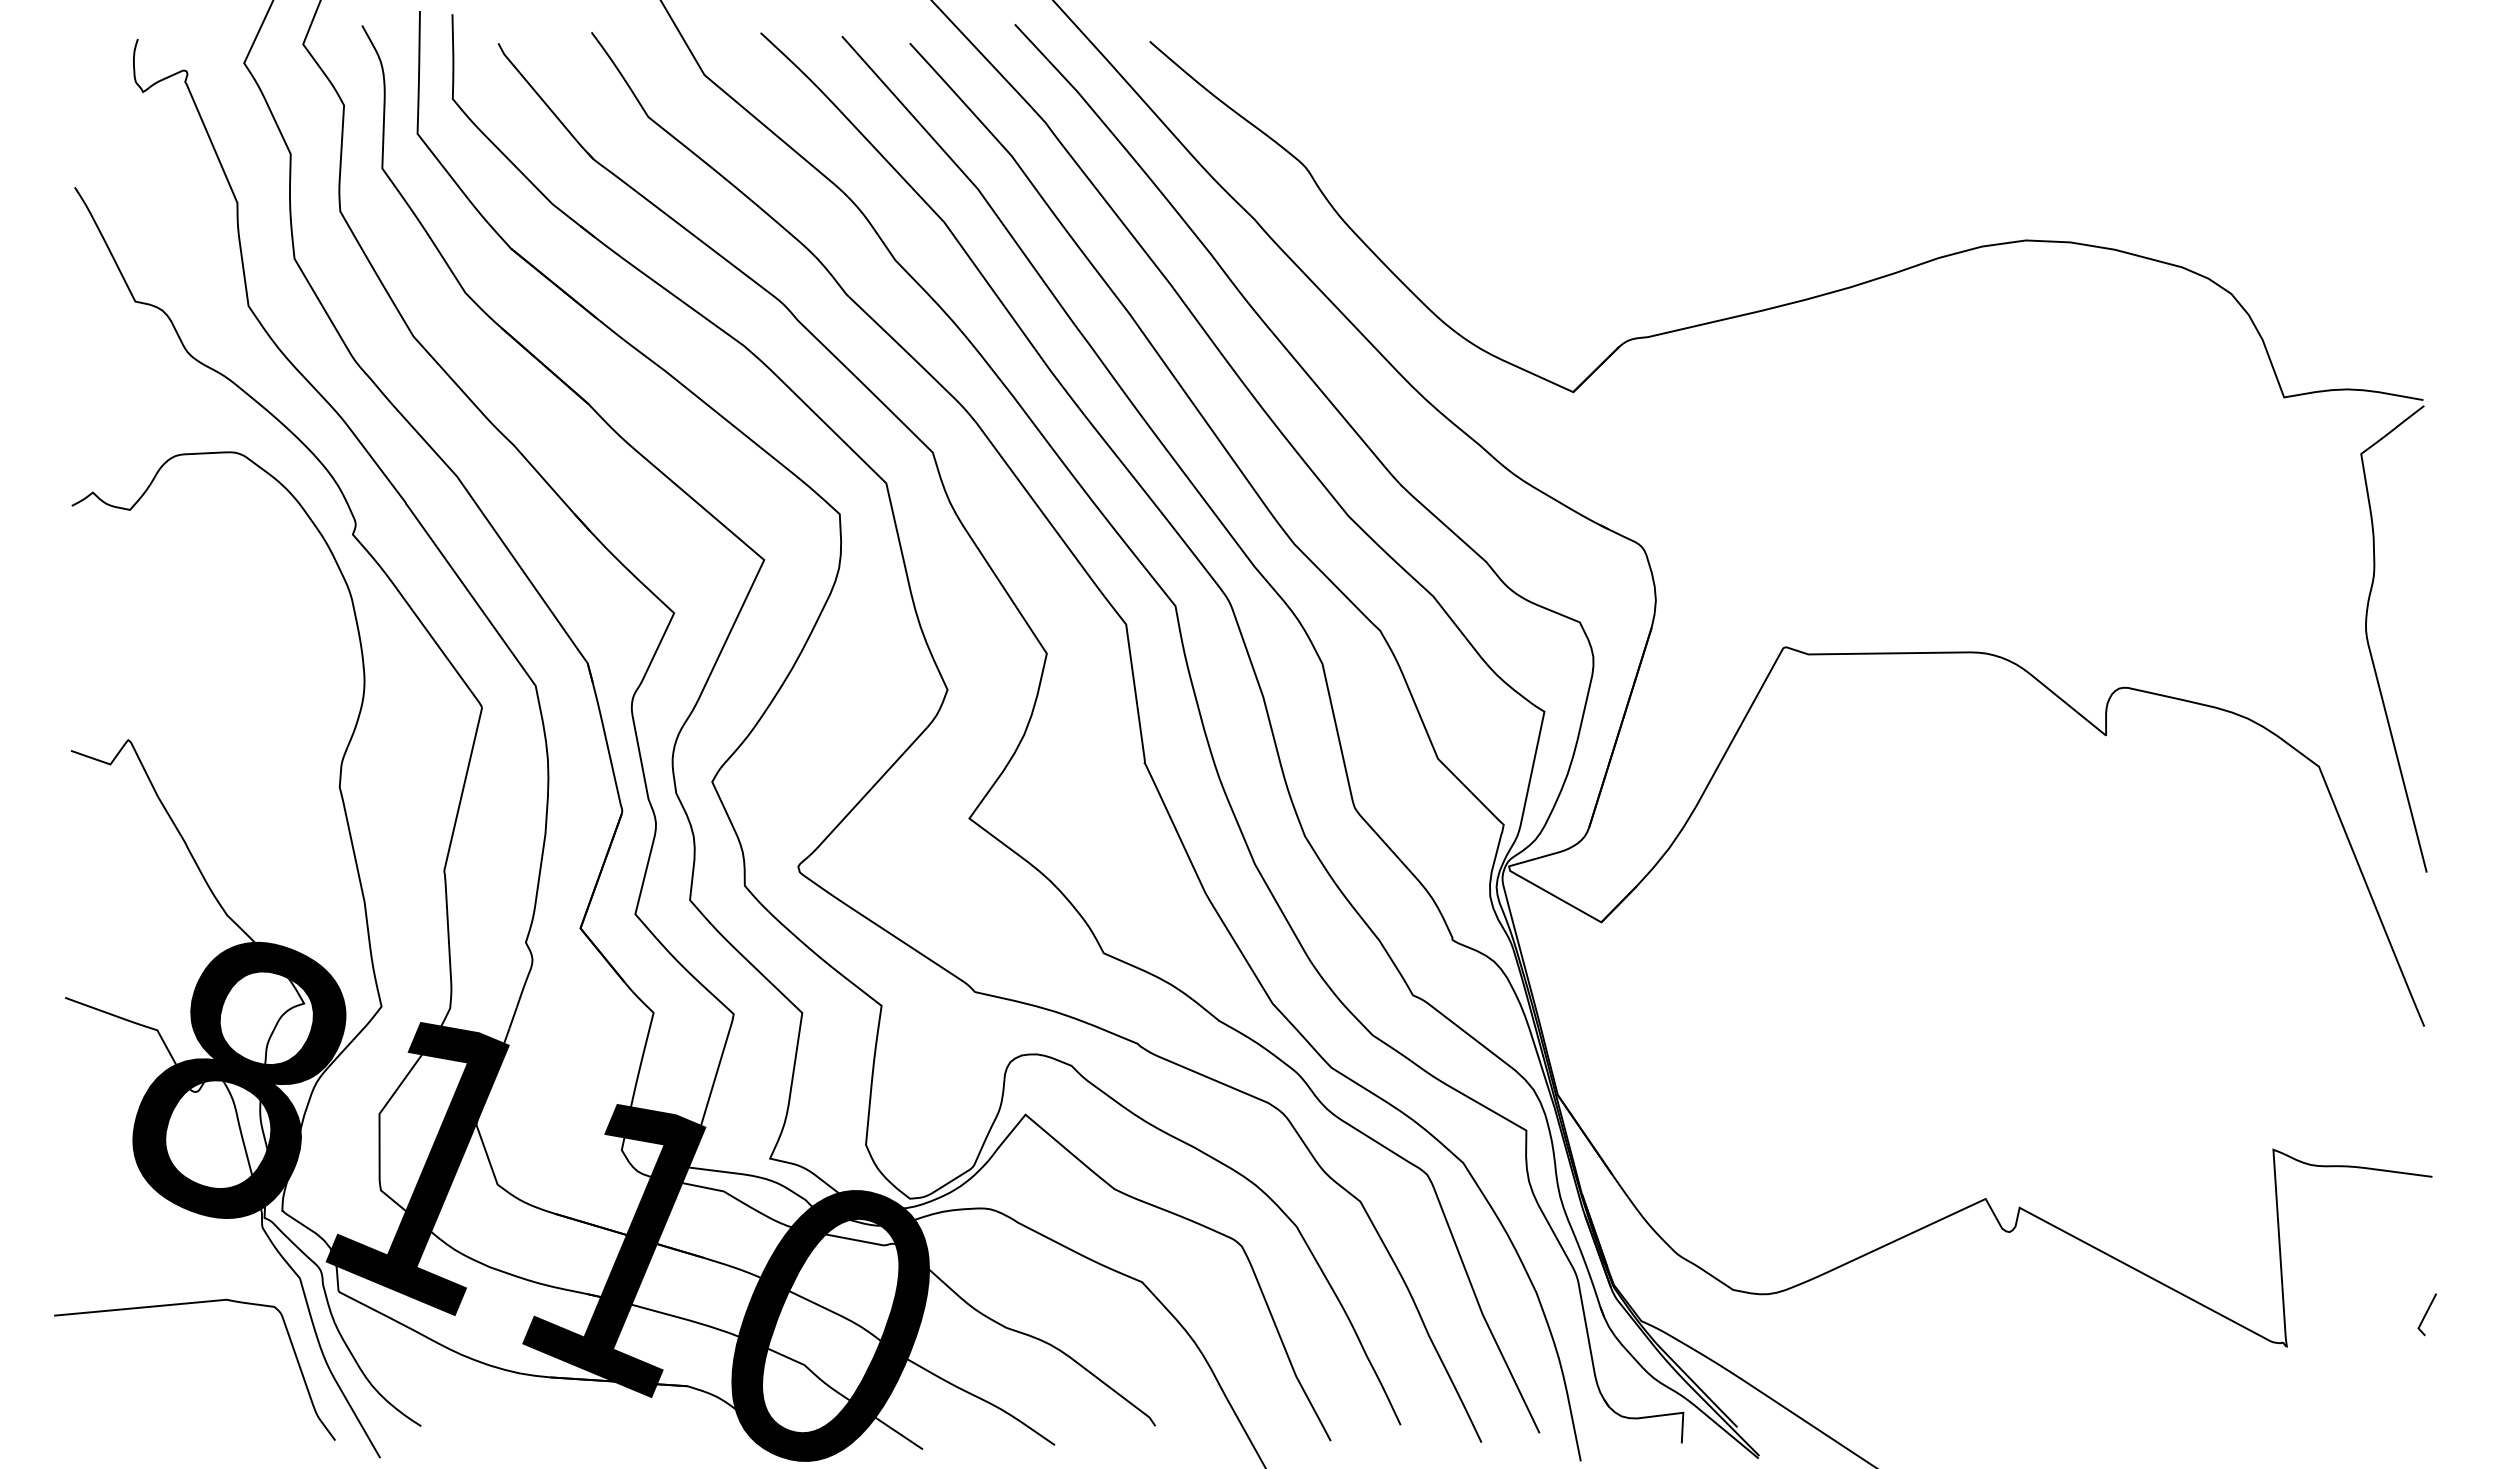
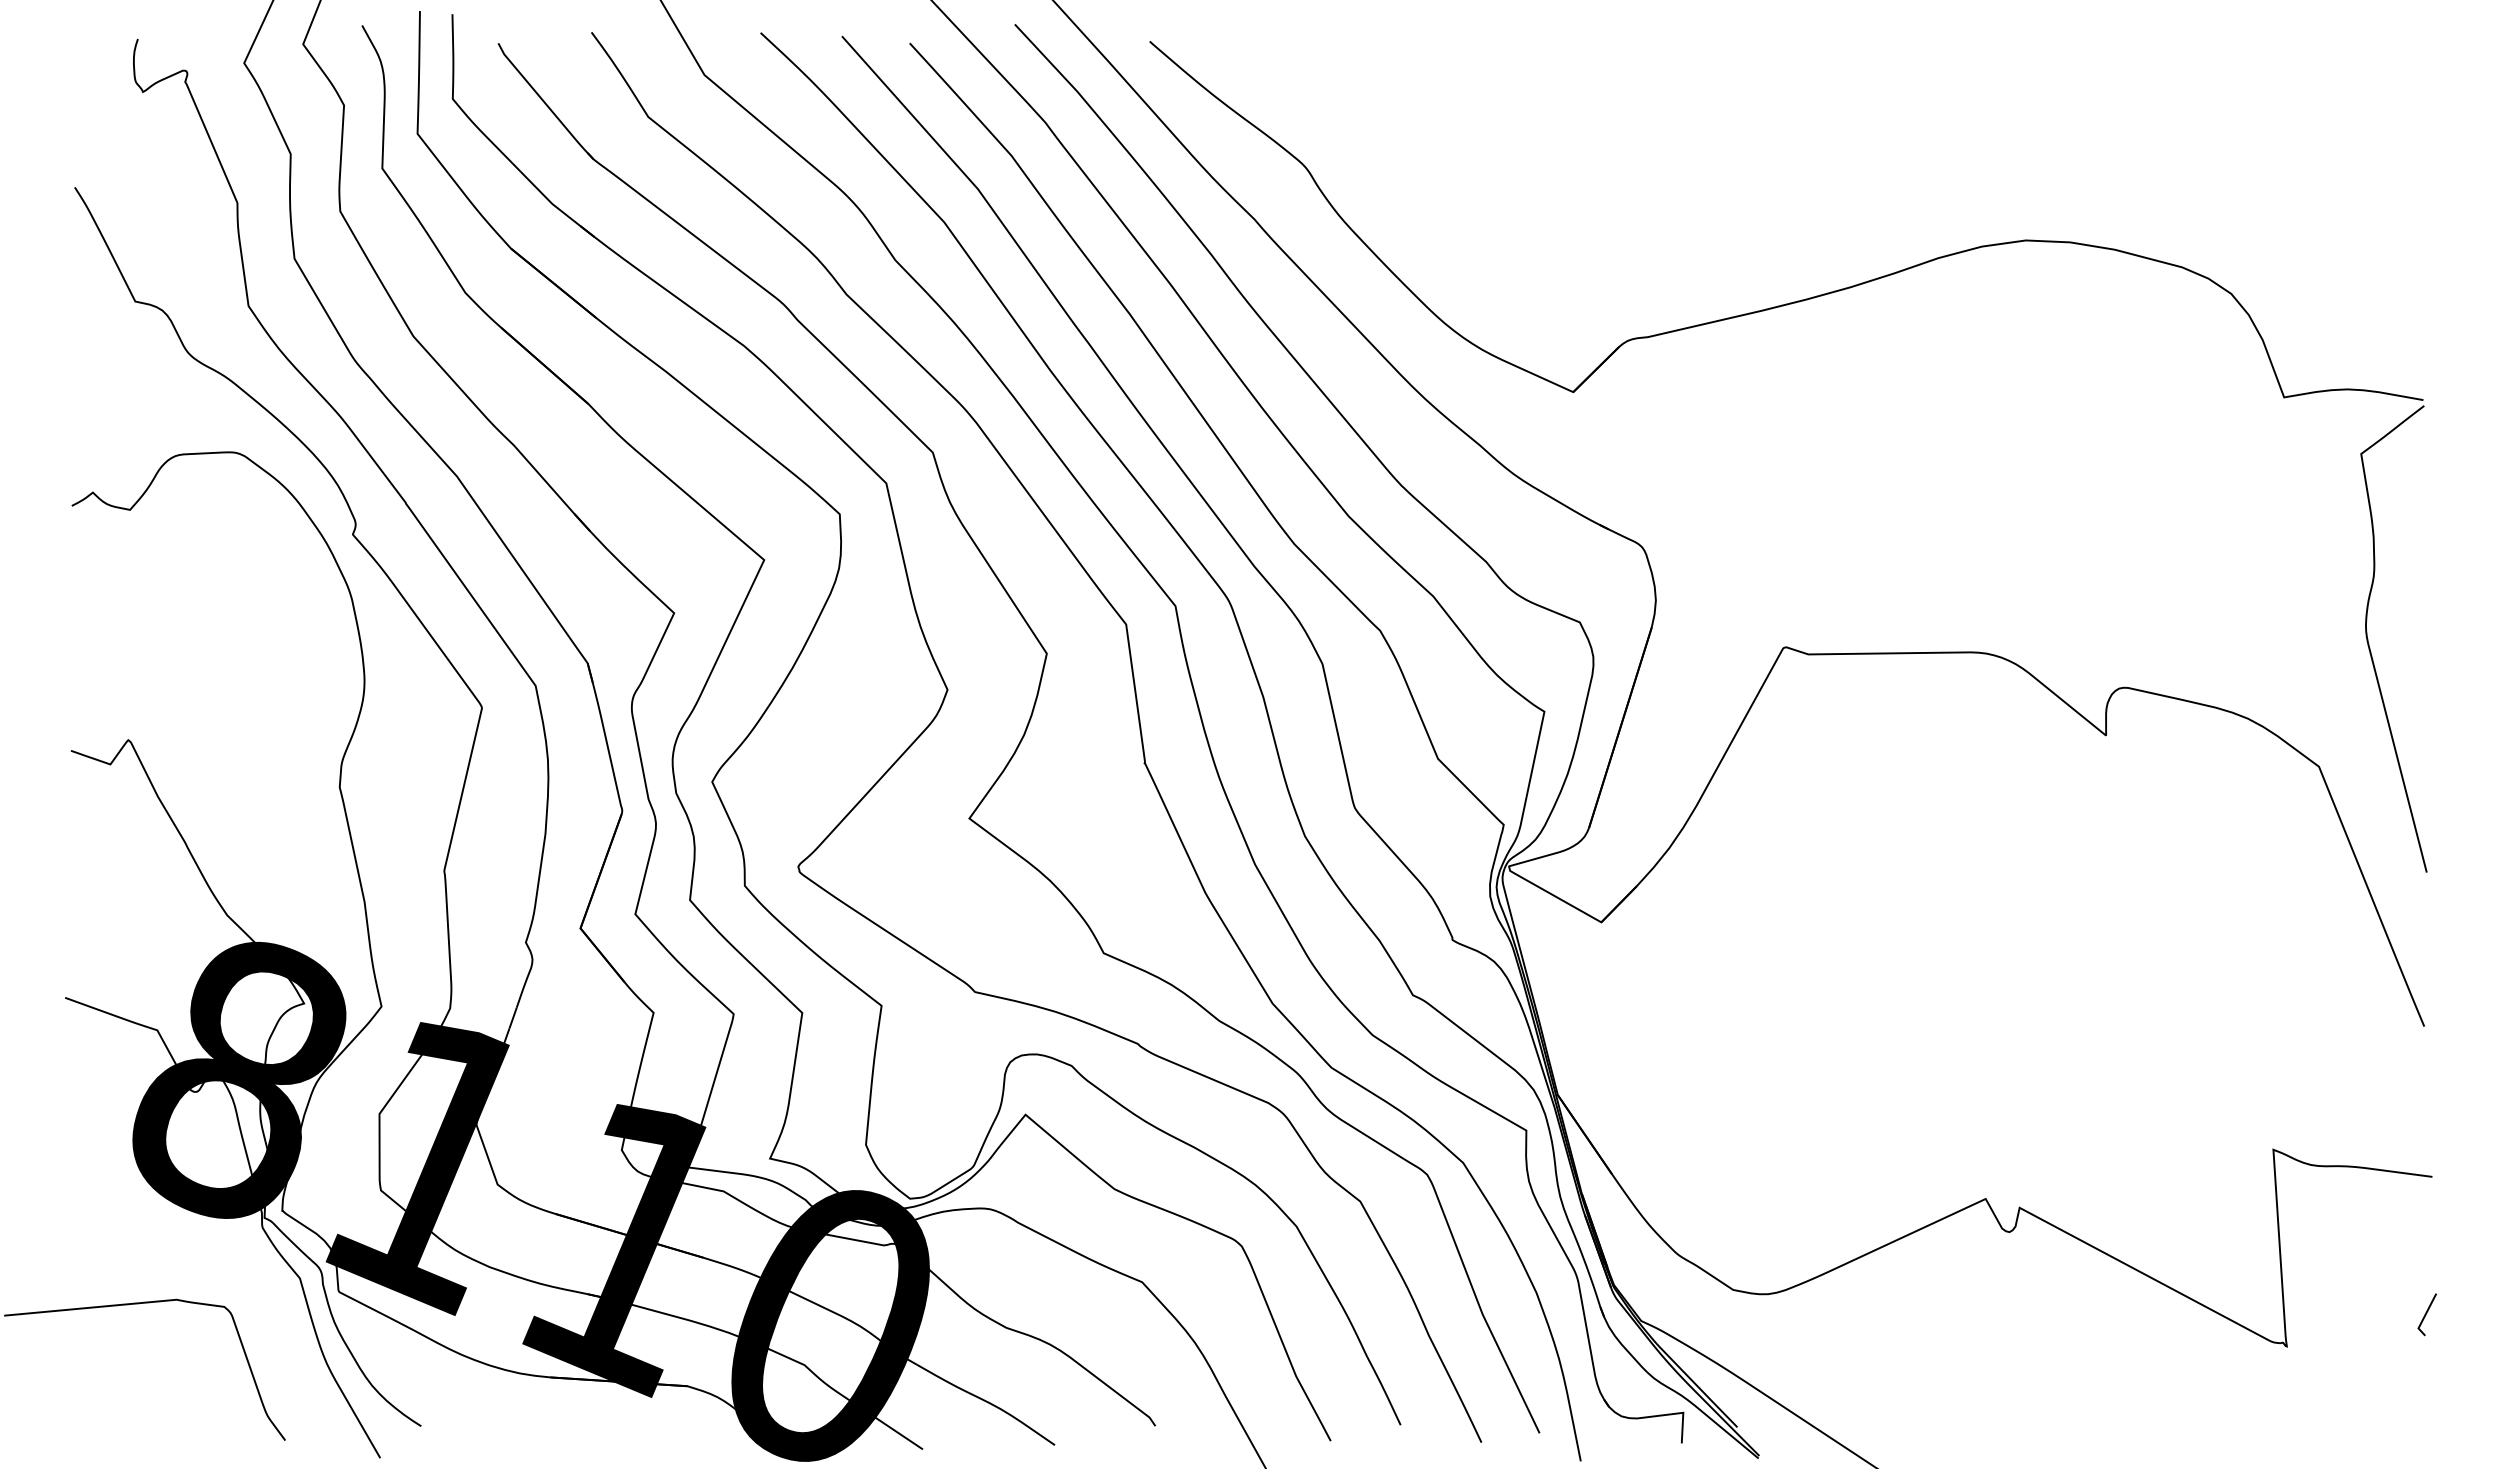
curve at (189, 1304) position: (189, 1304) -> (139, 1304)
